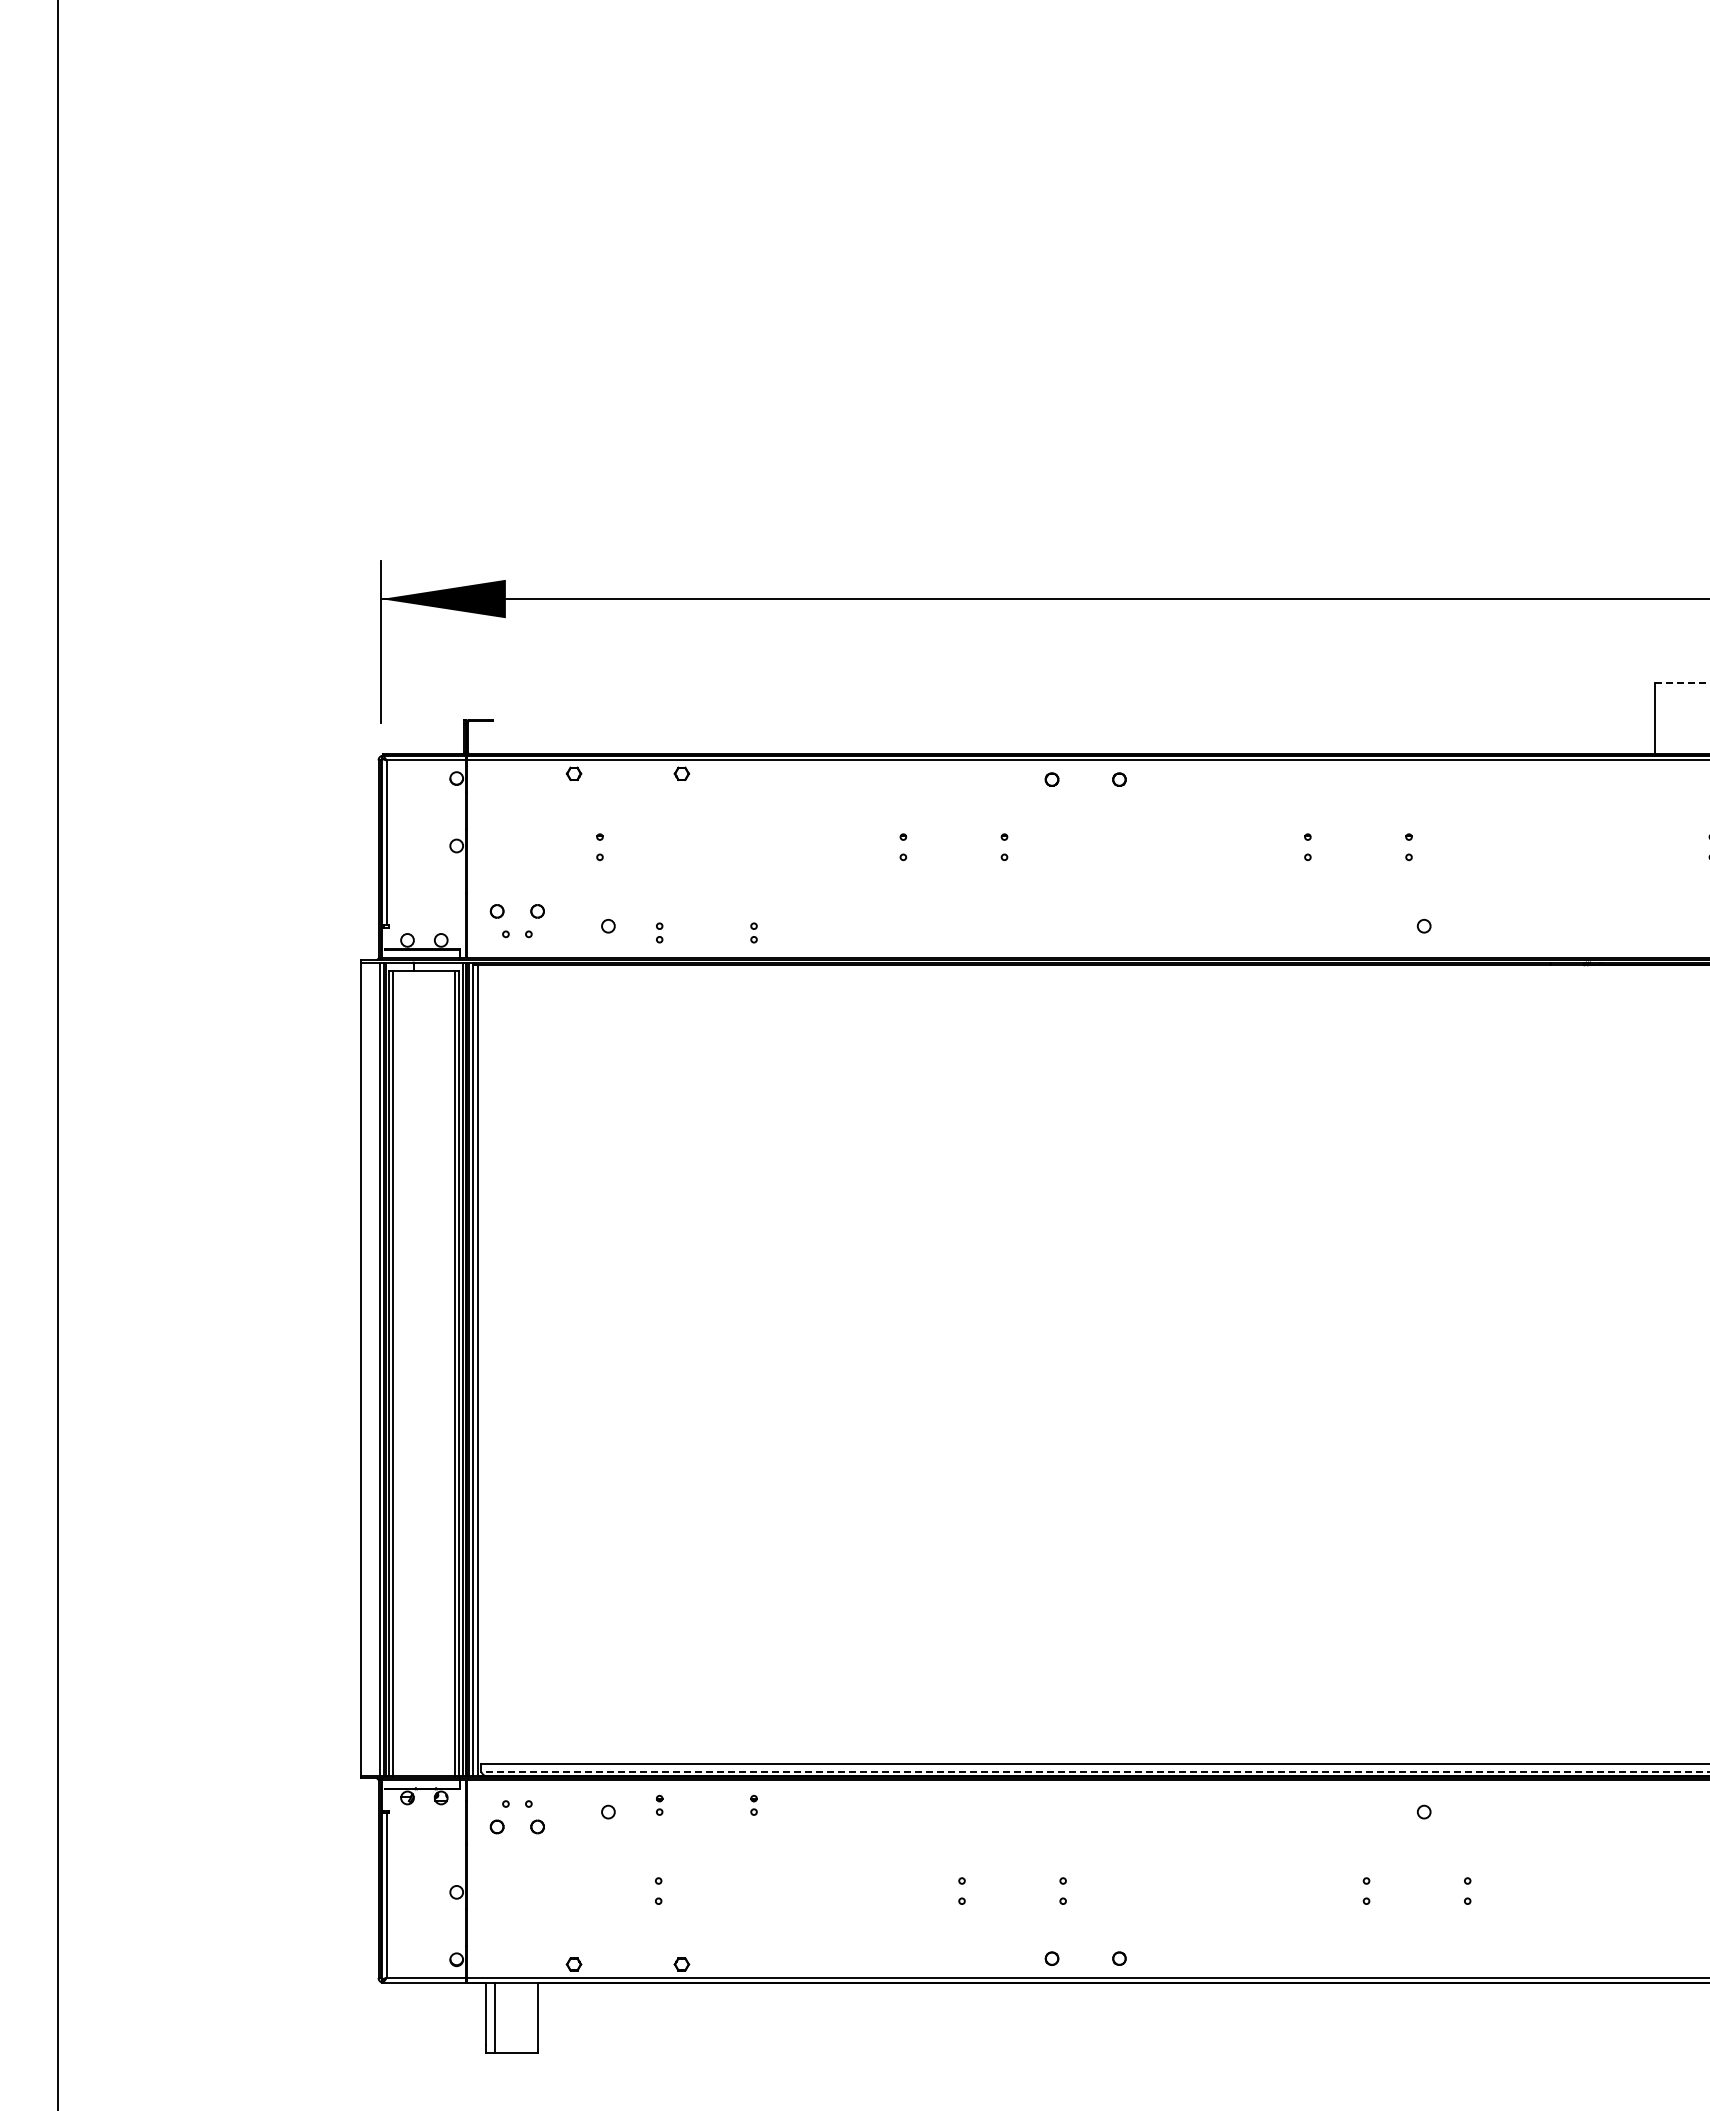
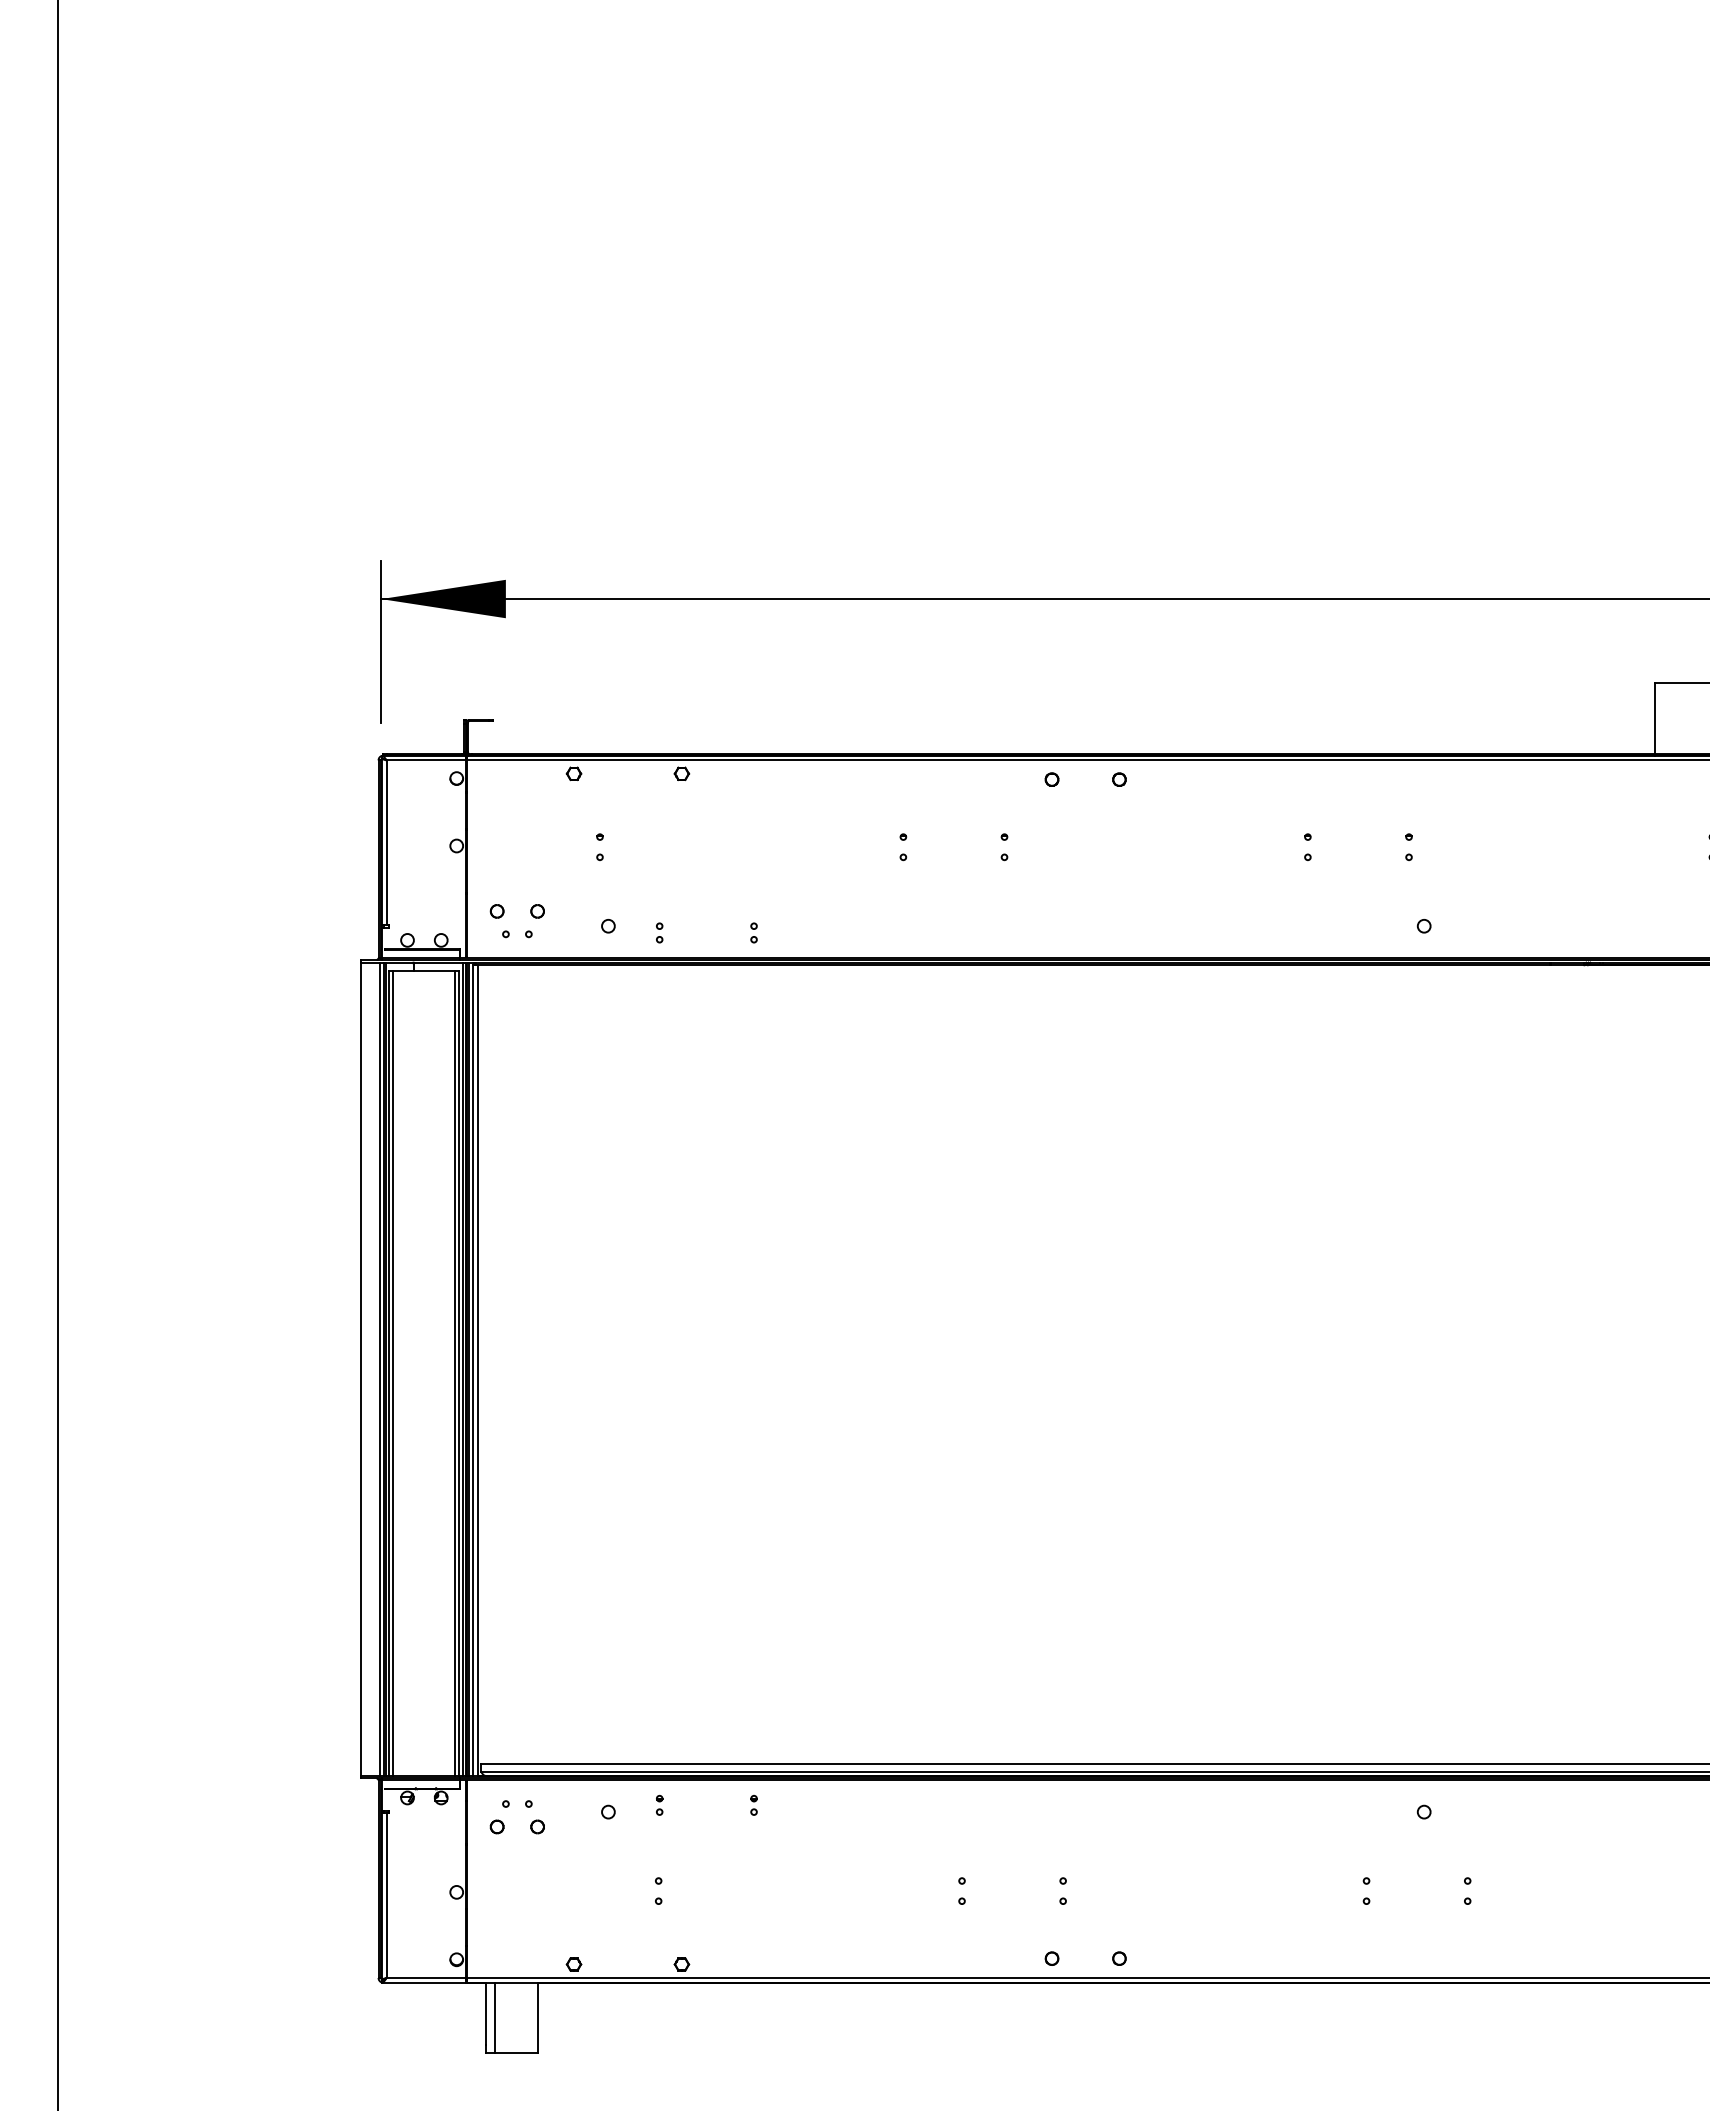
line at (1682, 682): dashed -> solid
line at (1094, 1771): dashed -> solid
